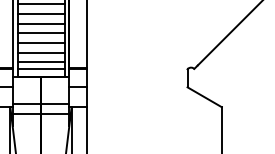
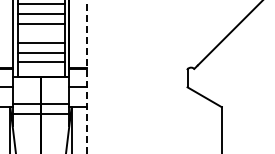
line at (41, 33): present -> none
line at (41, 69): present -> none
line at (86, 77): solid -> dashed
